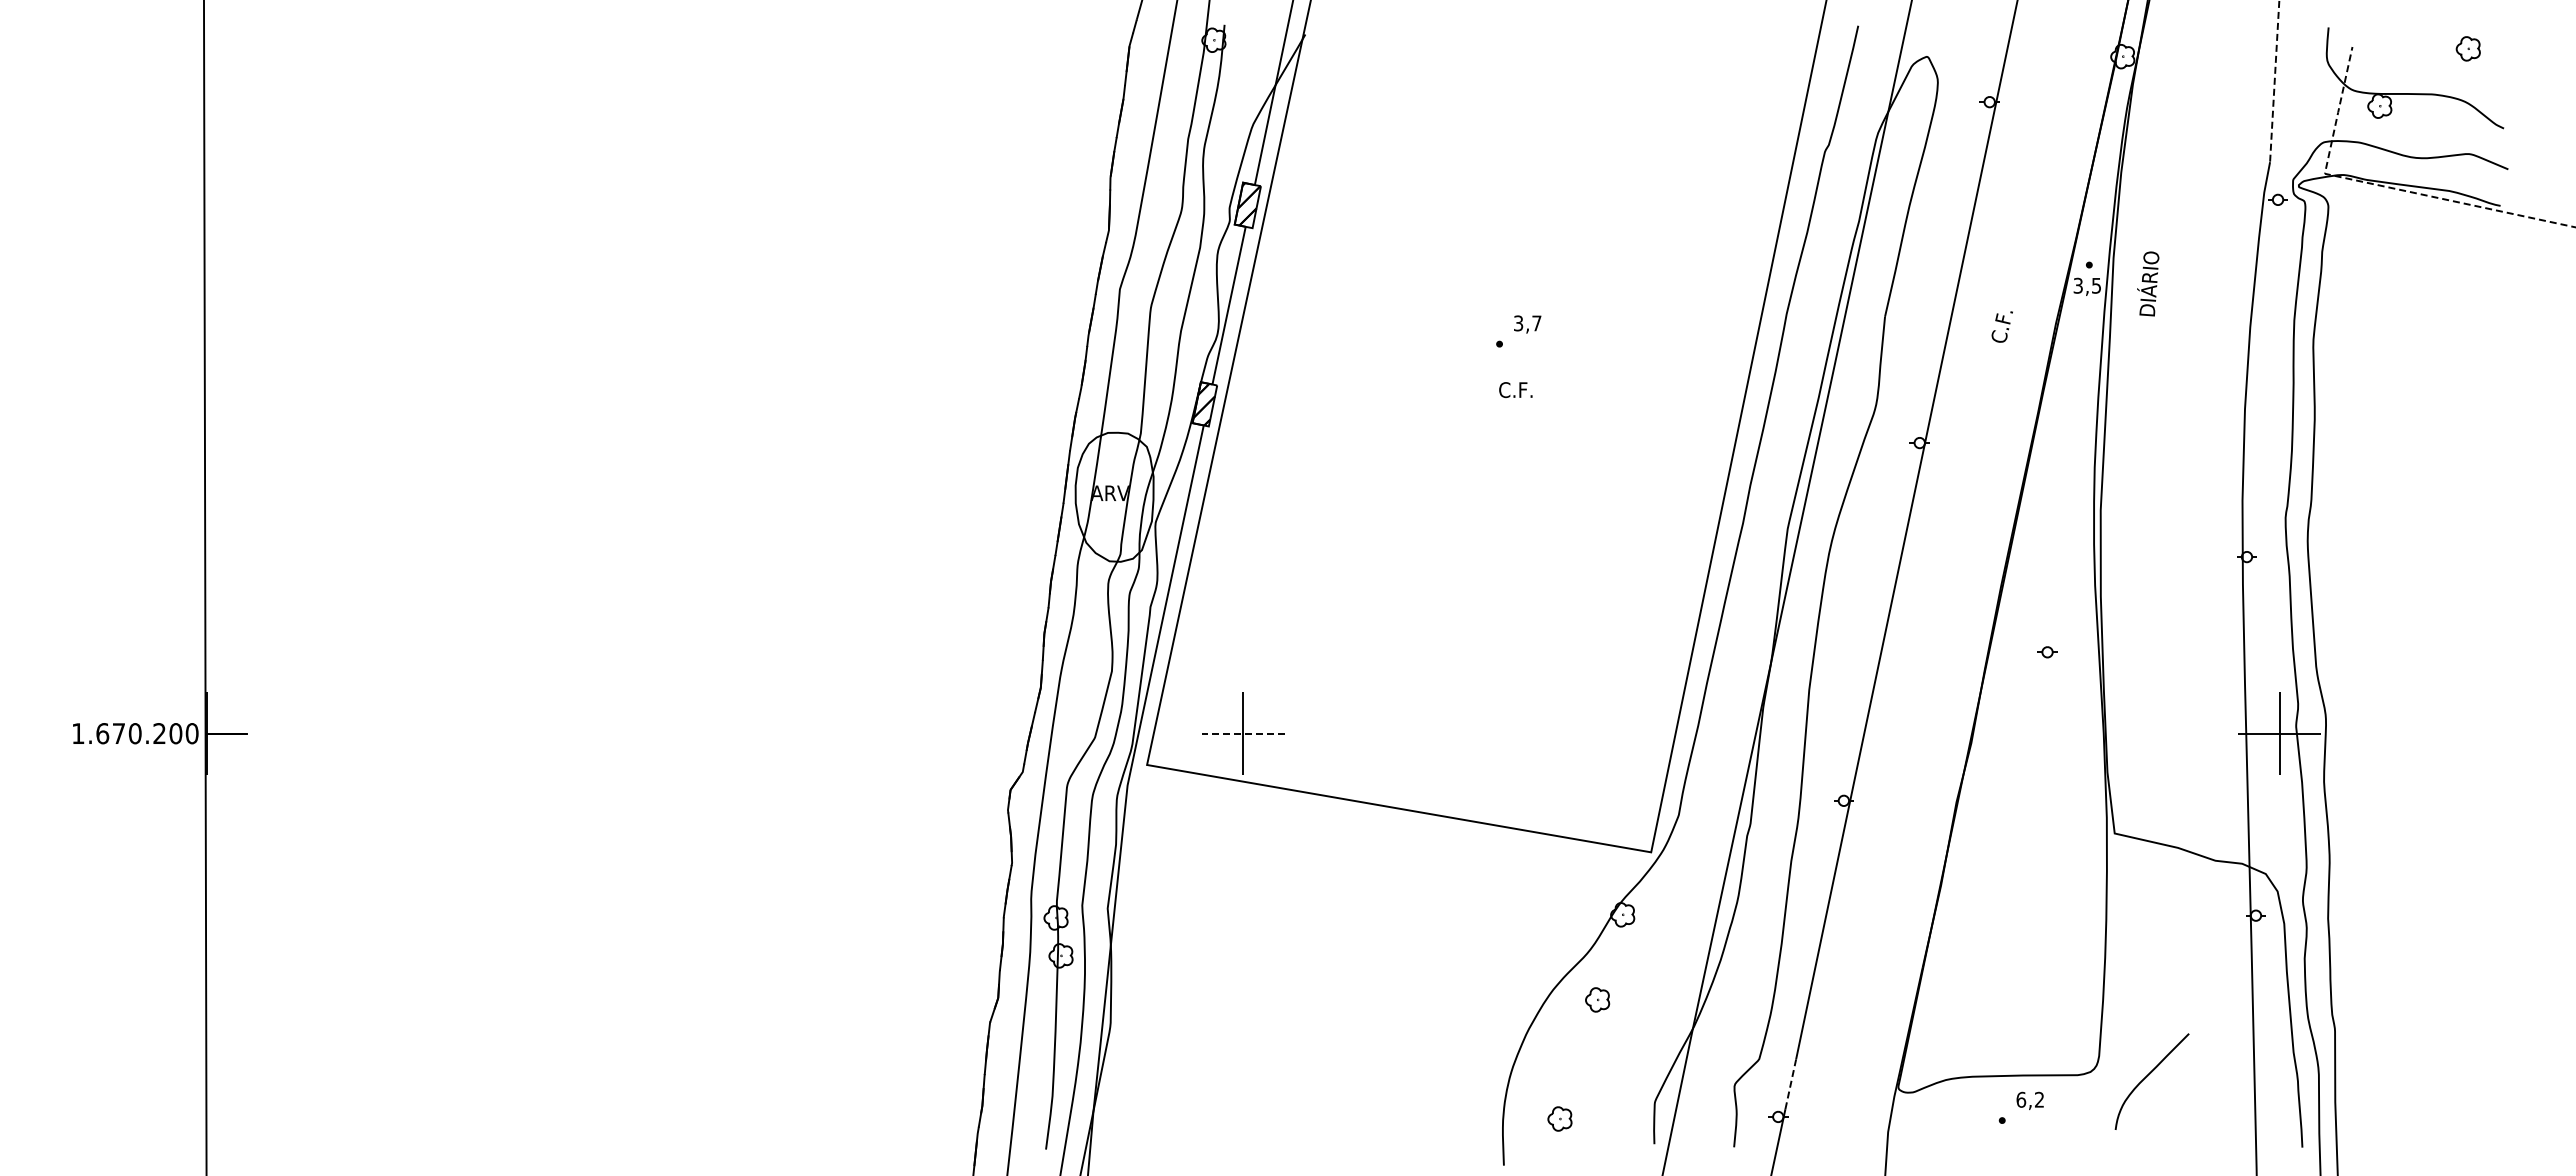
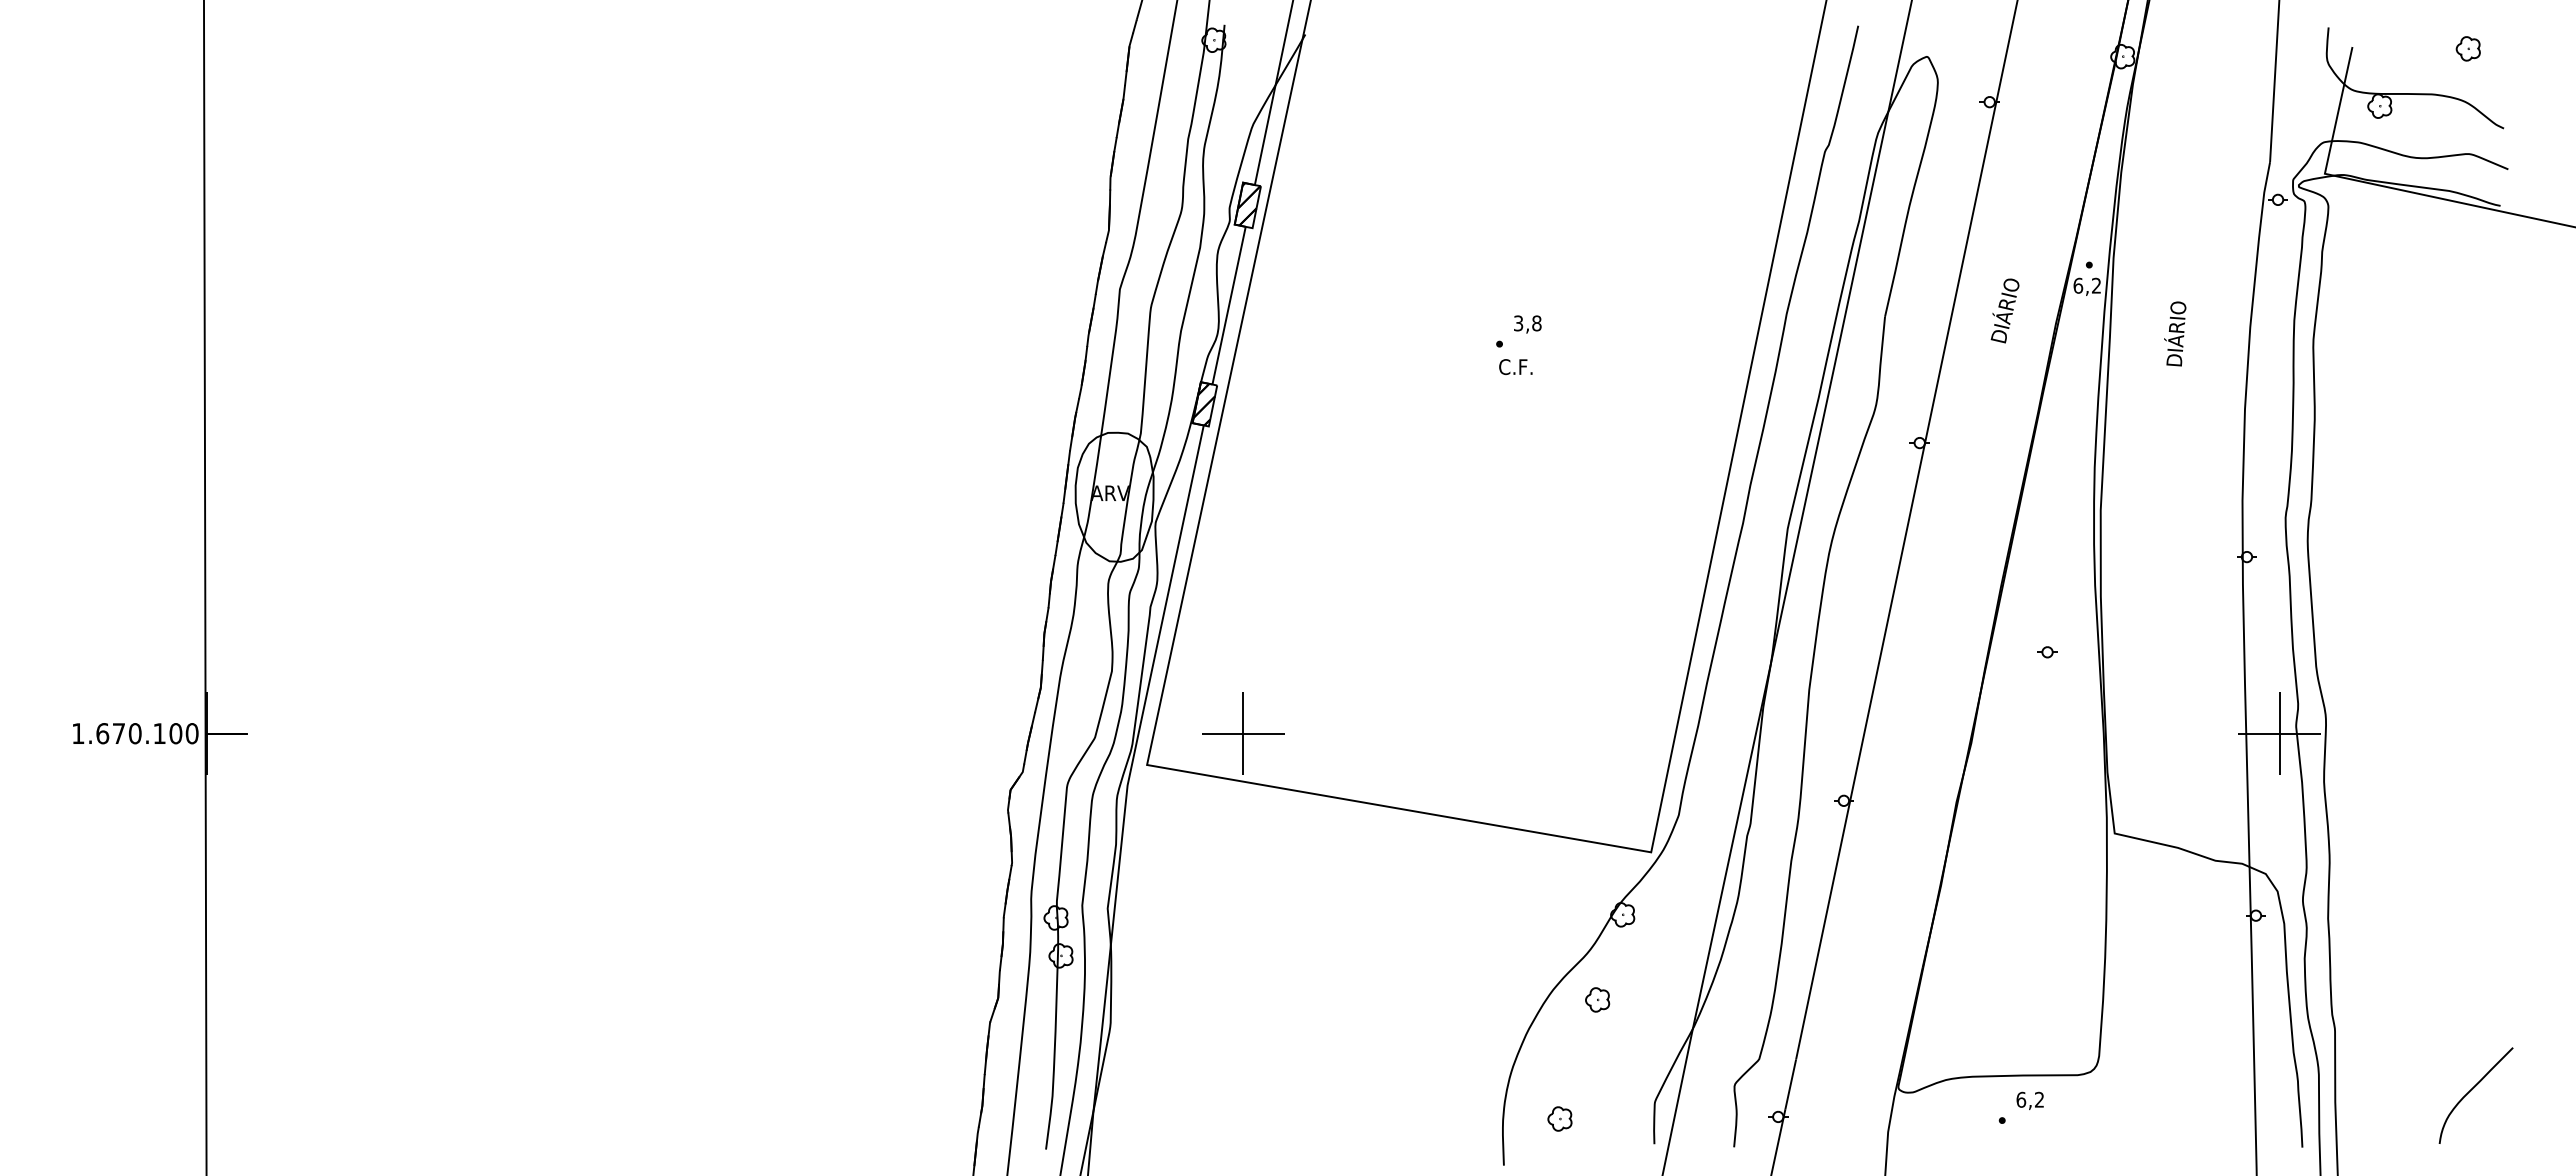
line at (2274, 81): dashed -> solid
line at (2385, 186): dashed -> solid
text at (2148, 283) position: (2148, 283) -> (2175, 333)
text at (2086, 285): 3,5 -> 6,2
text at (2004, 310): C.F. -> DIÁRIO
text at (1536, 323): 3,7 -> 3,8
text at (1515, 389) position: (1515, 389) -> (1515, 366)
text at (159, 733): 1.670.200 -> 1.670.100
line at (1242, 733): dashed -> solid
curve at (2149, 1075) position: (2149, 1075) -> (2473, 1089)
line at (1790, 1083): dashed -> solid
